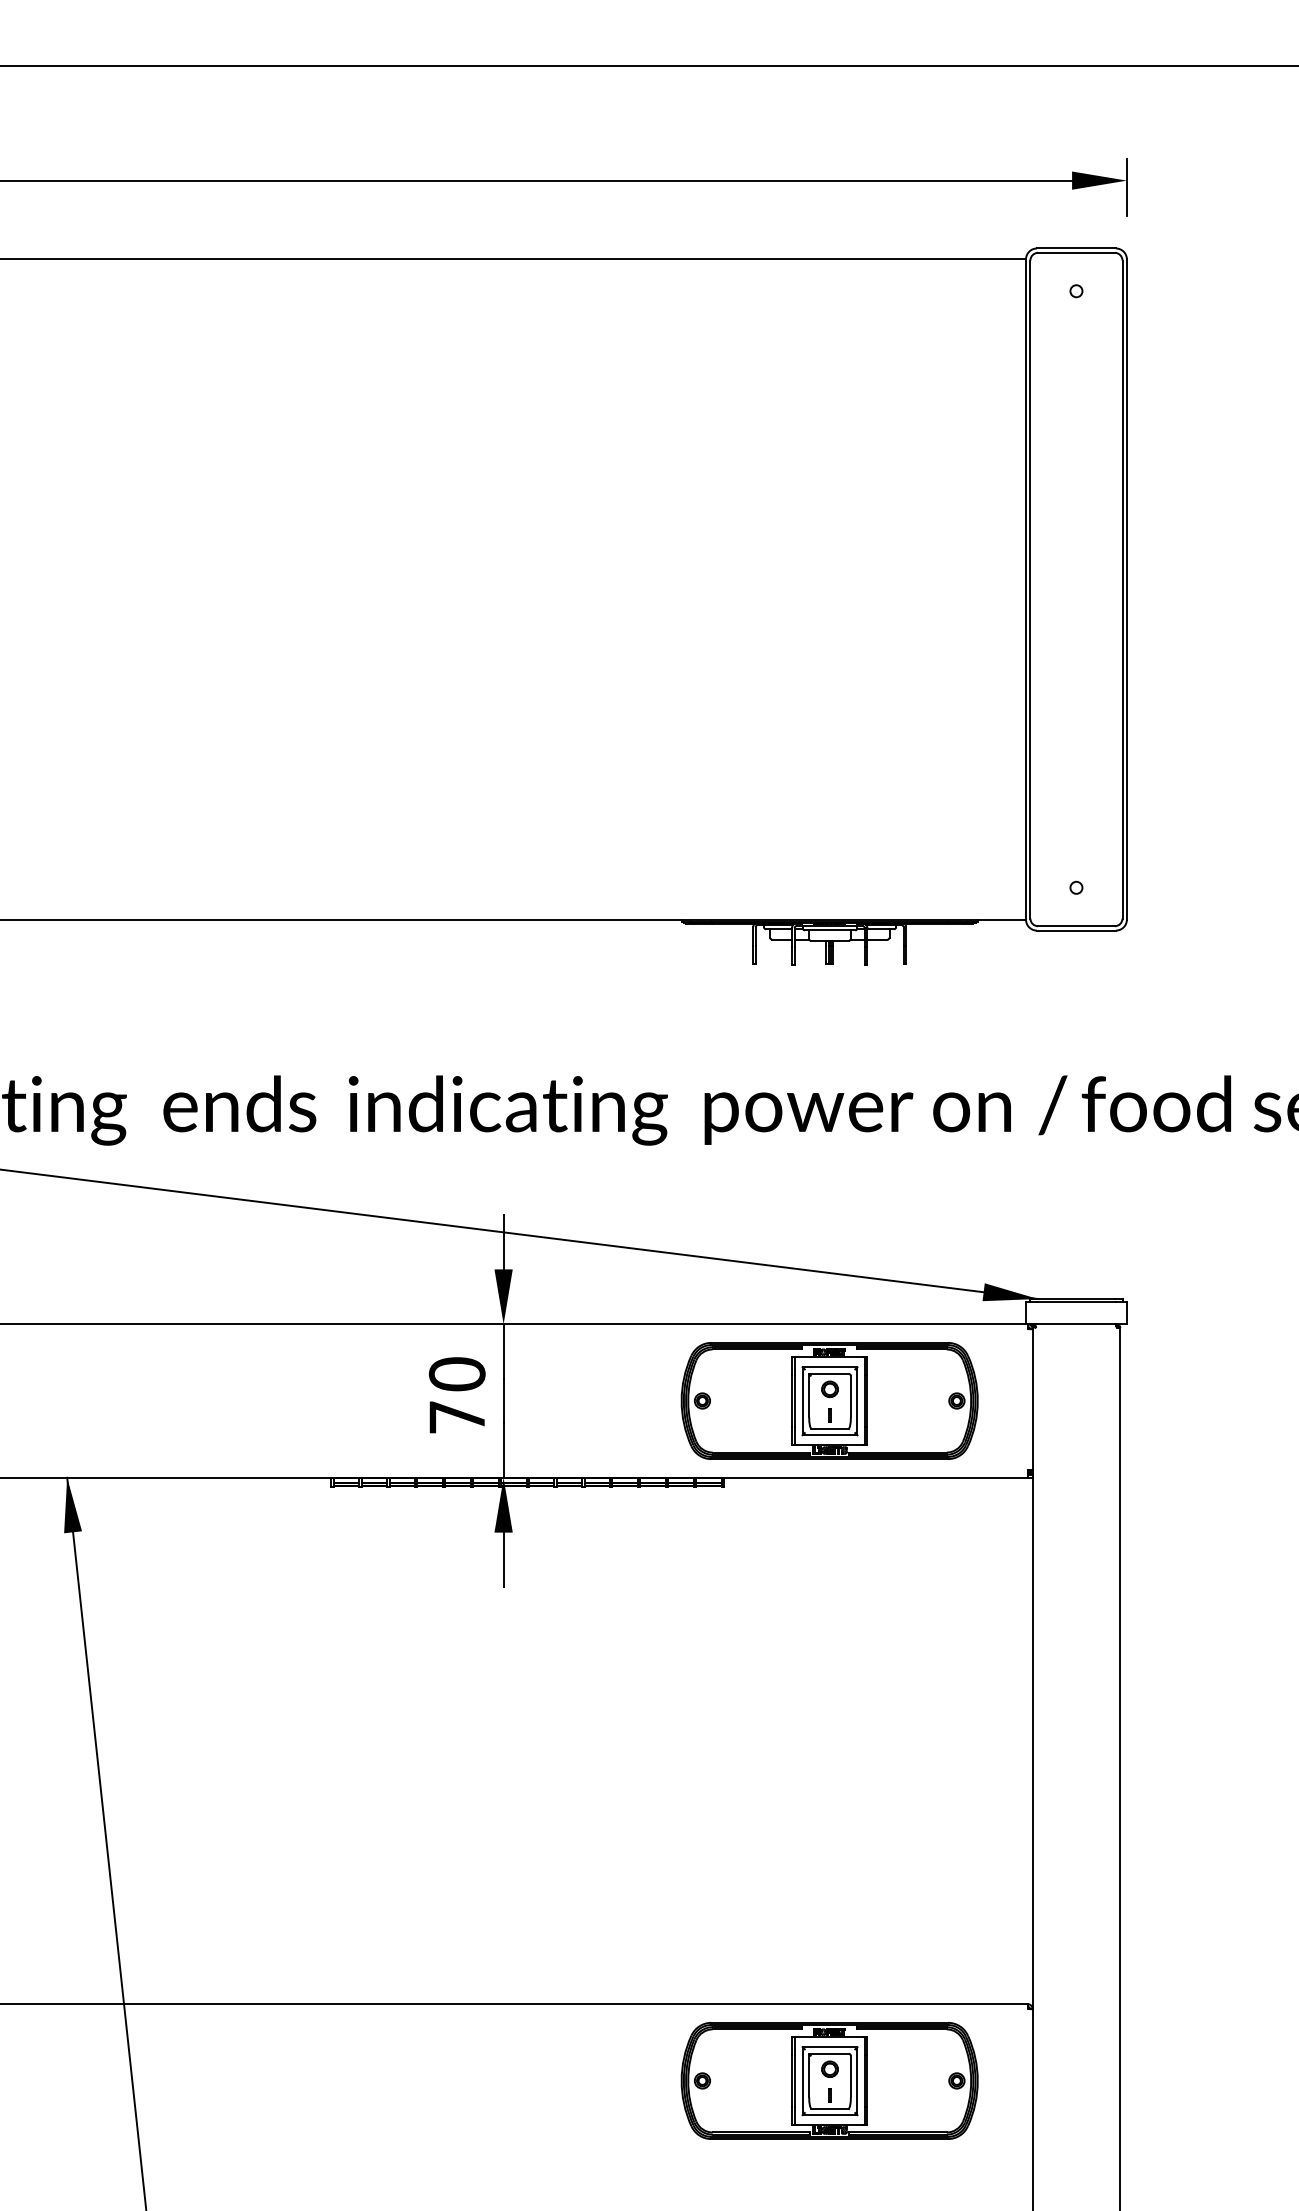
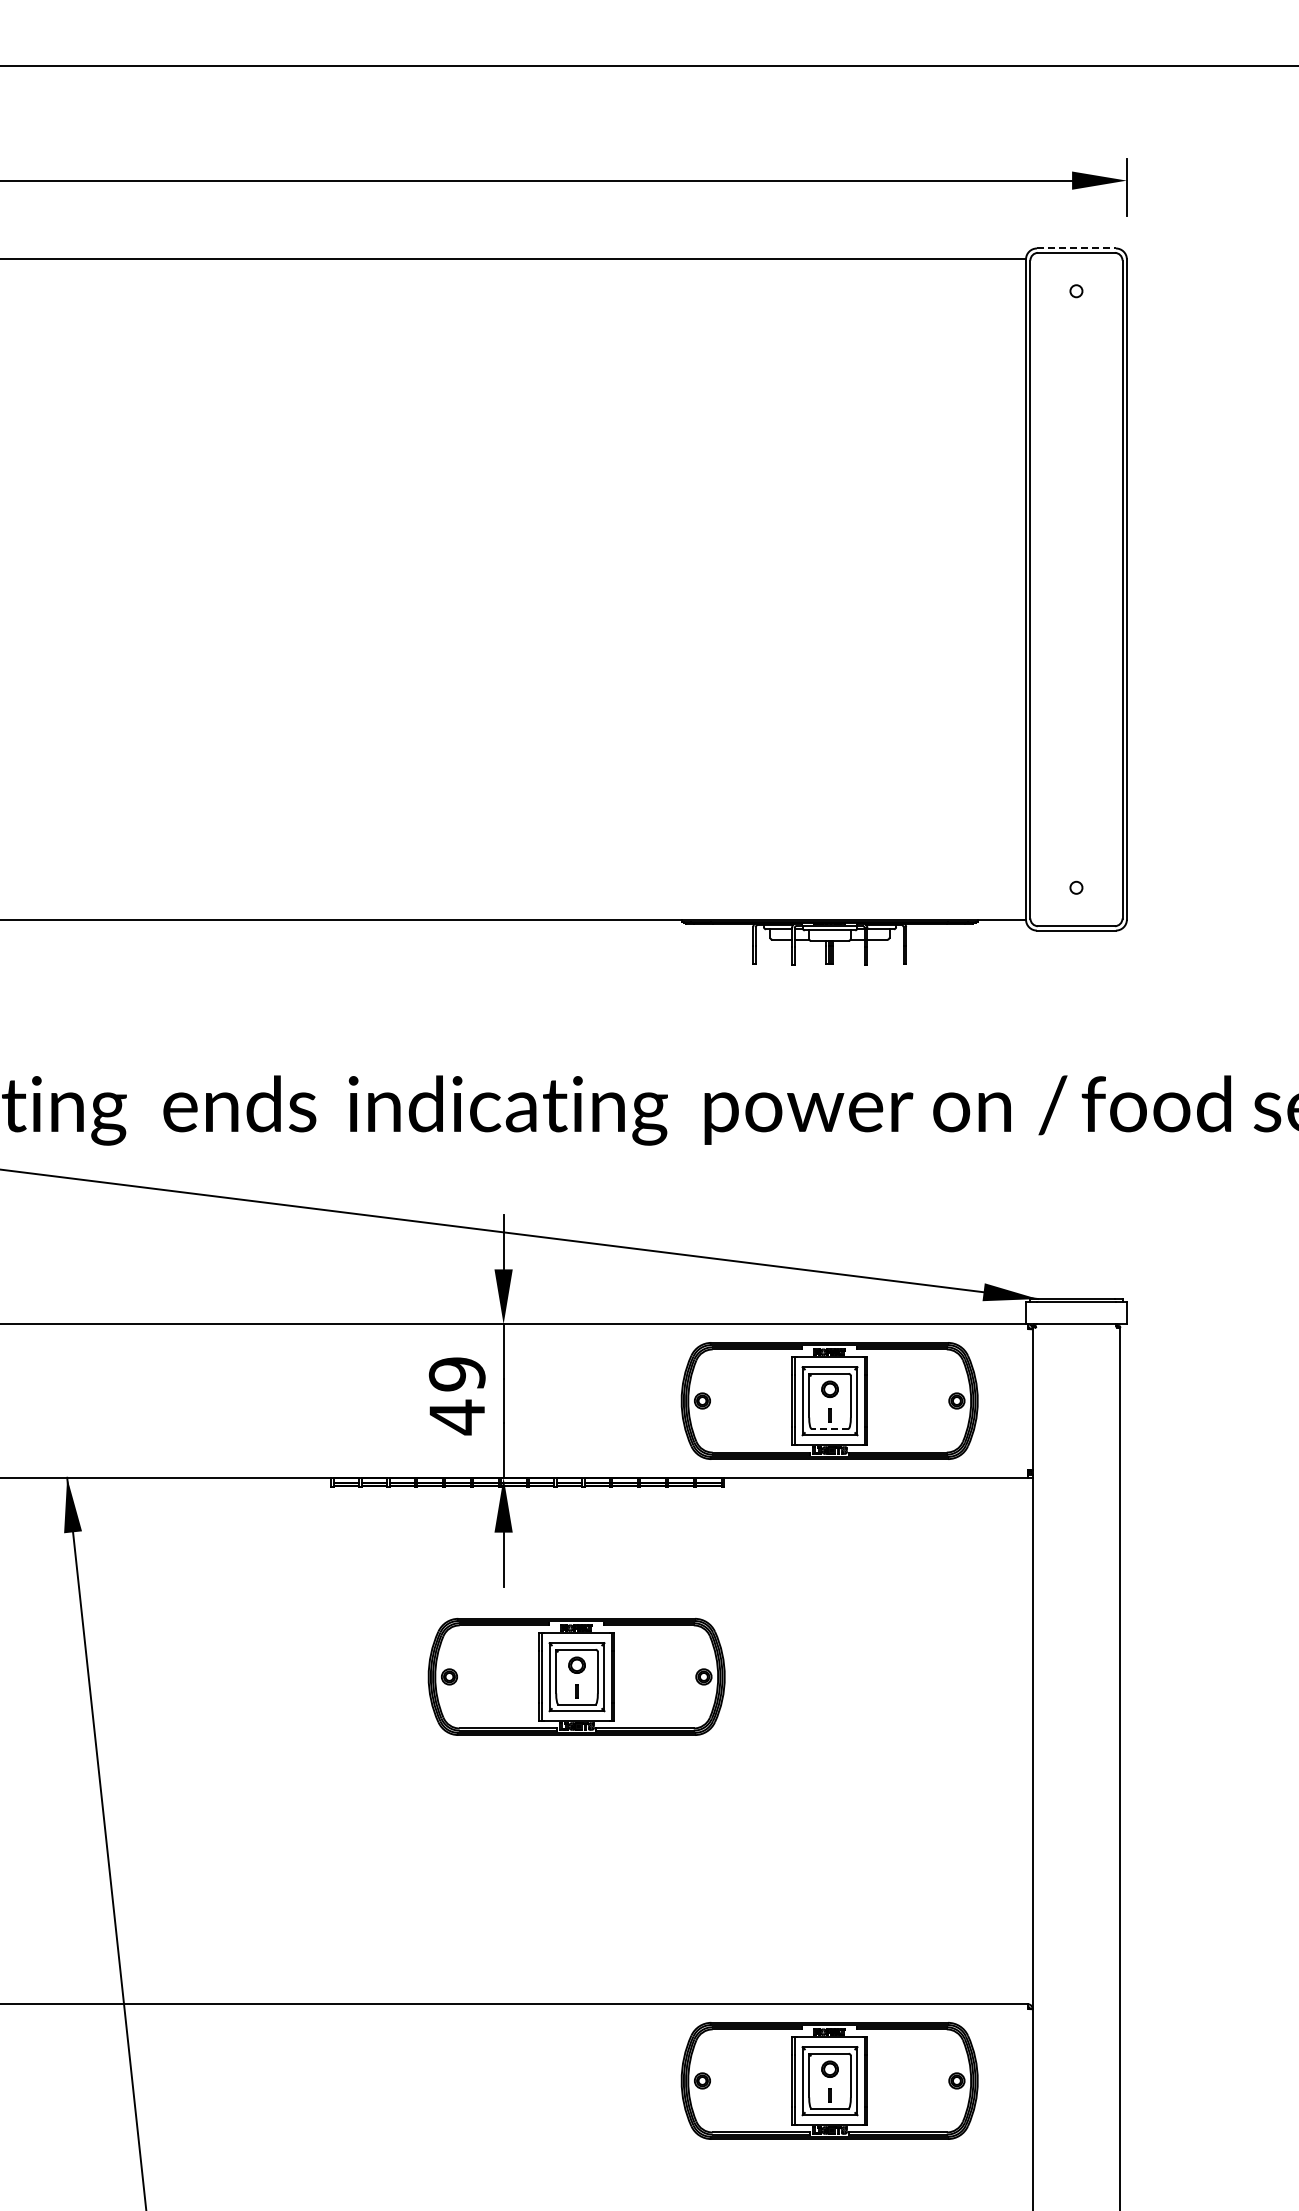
line at (1076, 248): solid -> dashed
text at (457, 1396): 70 -> 49
line at (830, 1428): solid -> dashed
part at (576, 1676): none -> present
